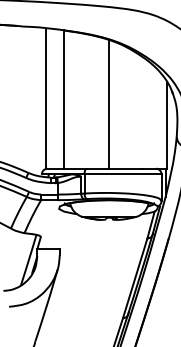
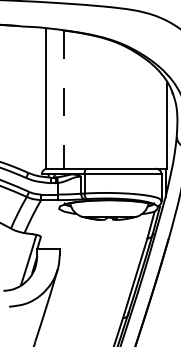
line at (64, 100): solid -> dashed
line at (109, 104): present -> none
